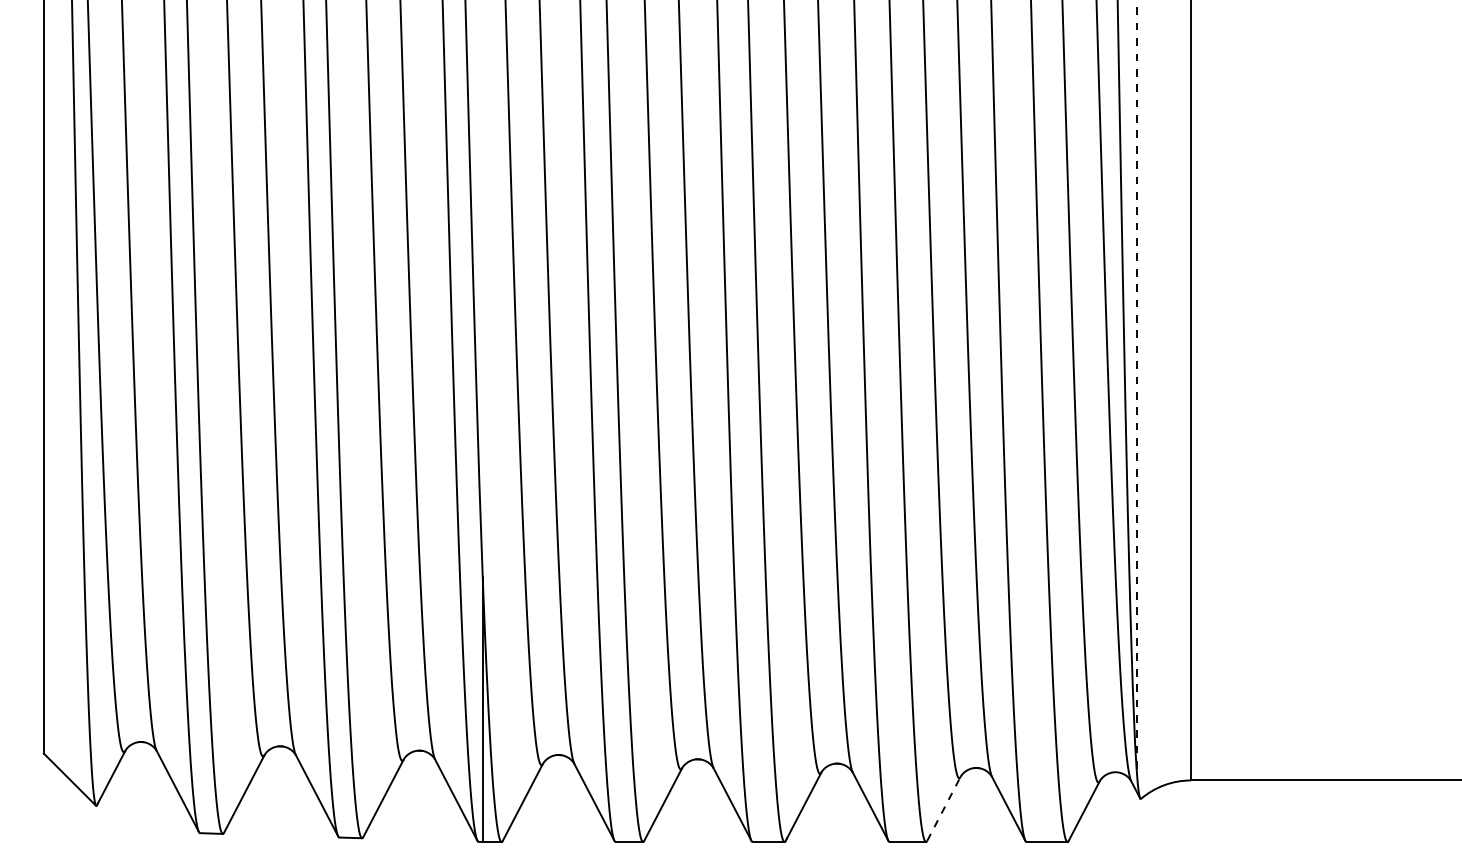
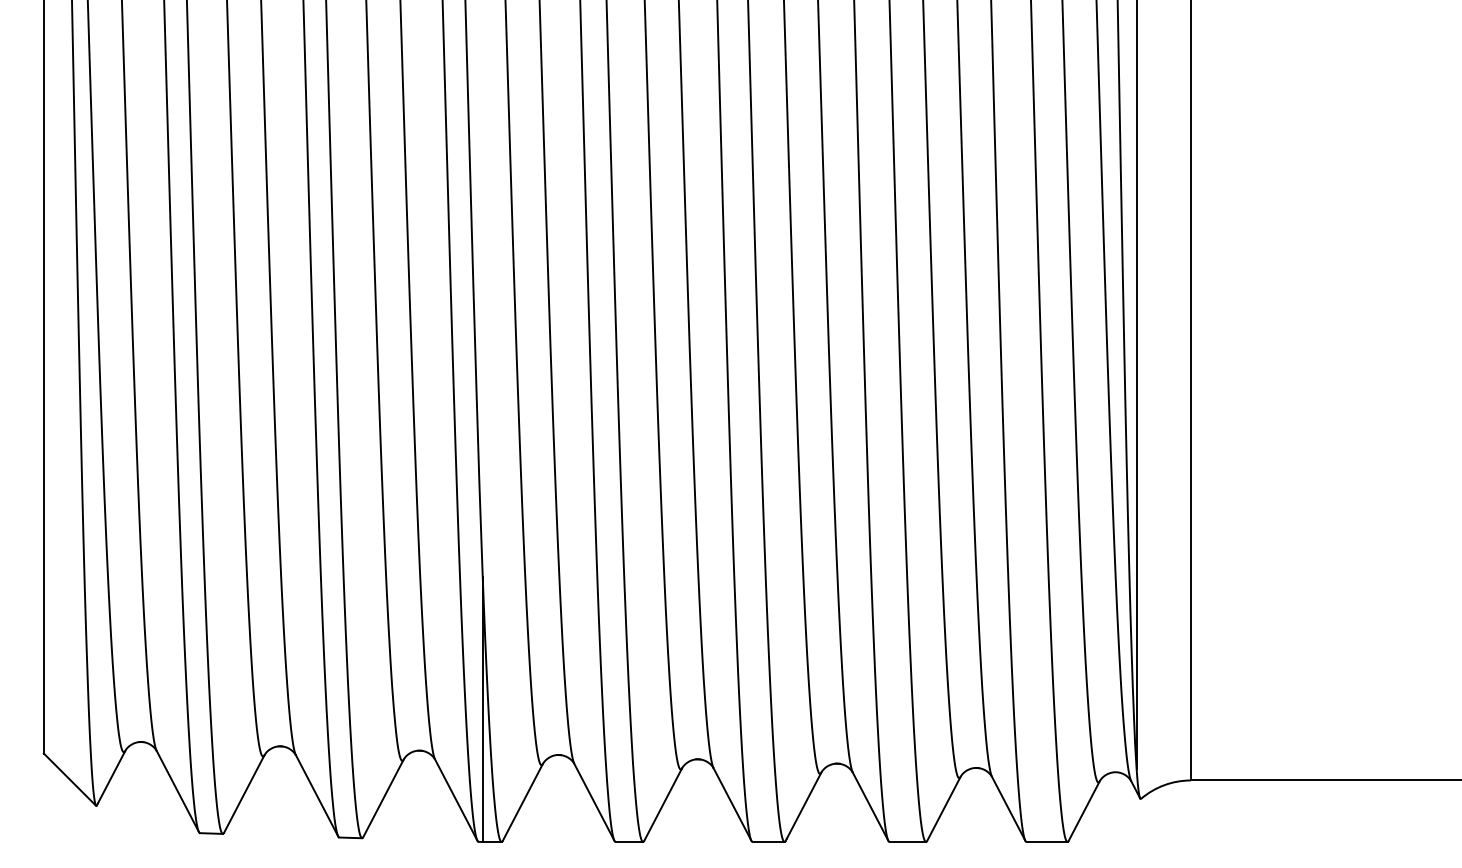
line at (1136, 384): dashed -> solid
line at (943, 808): dashed -> solid
